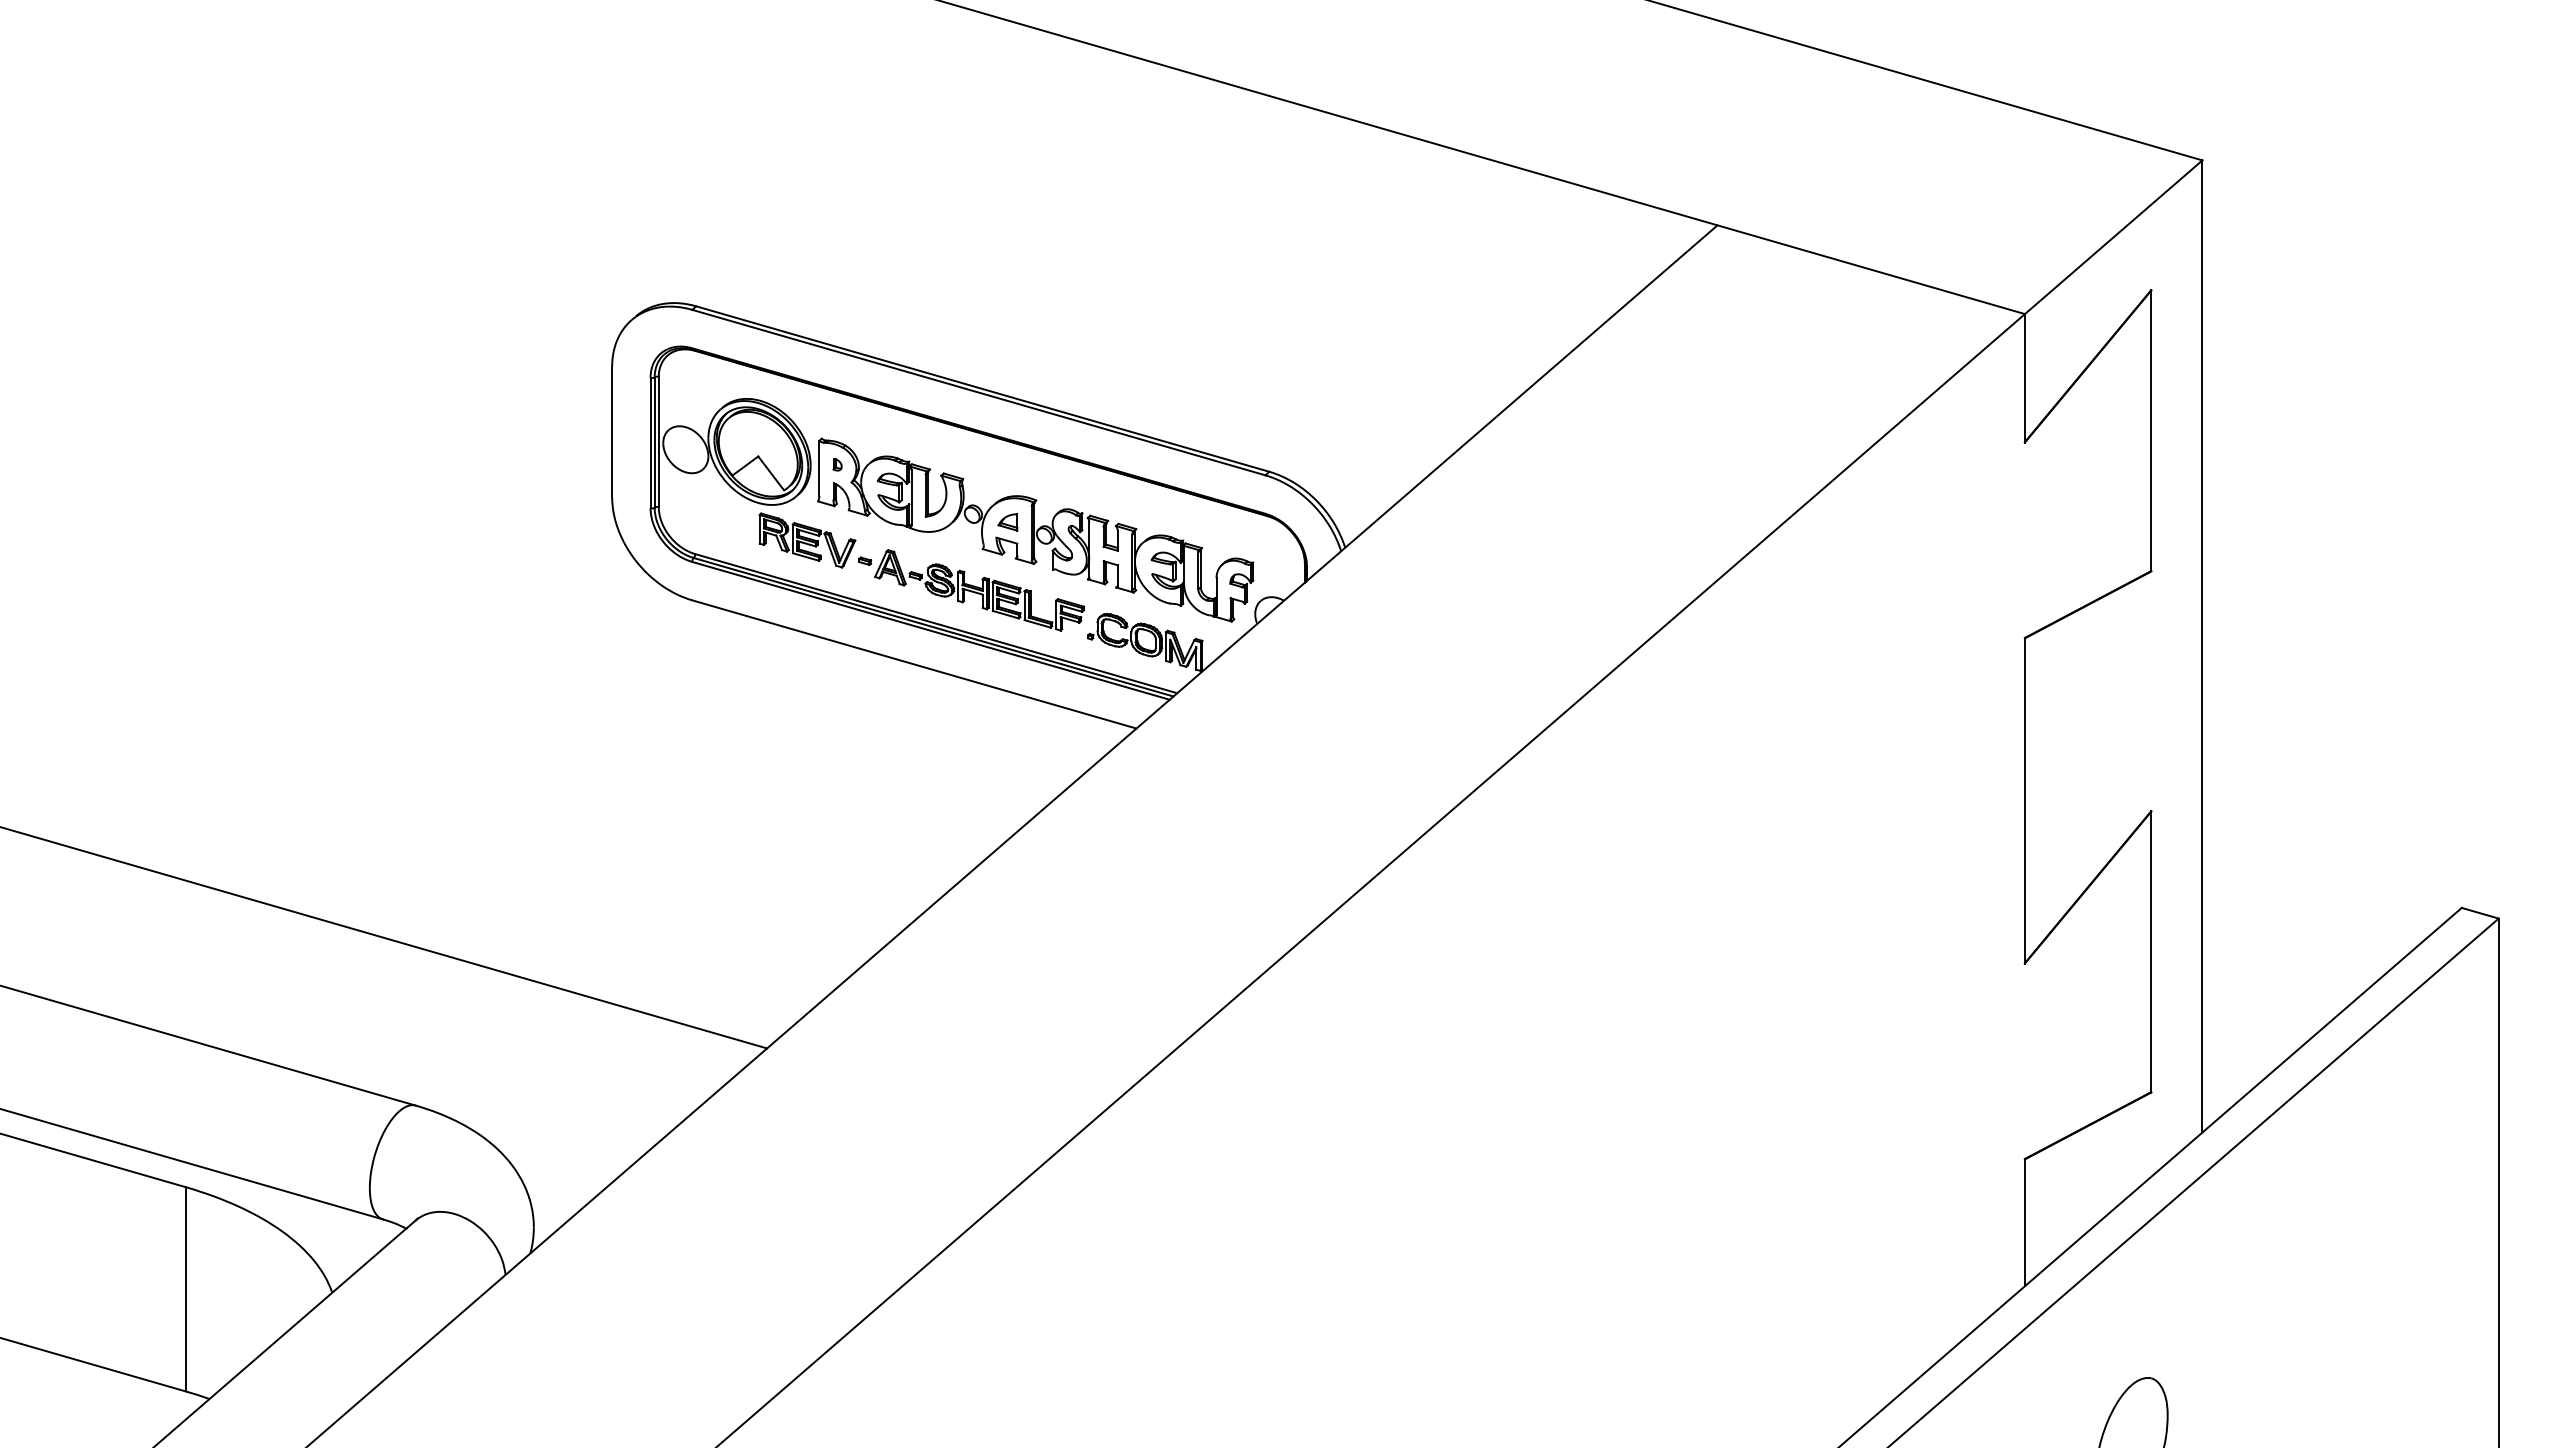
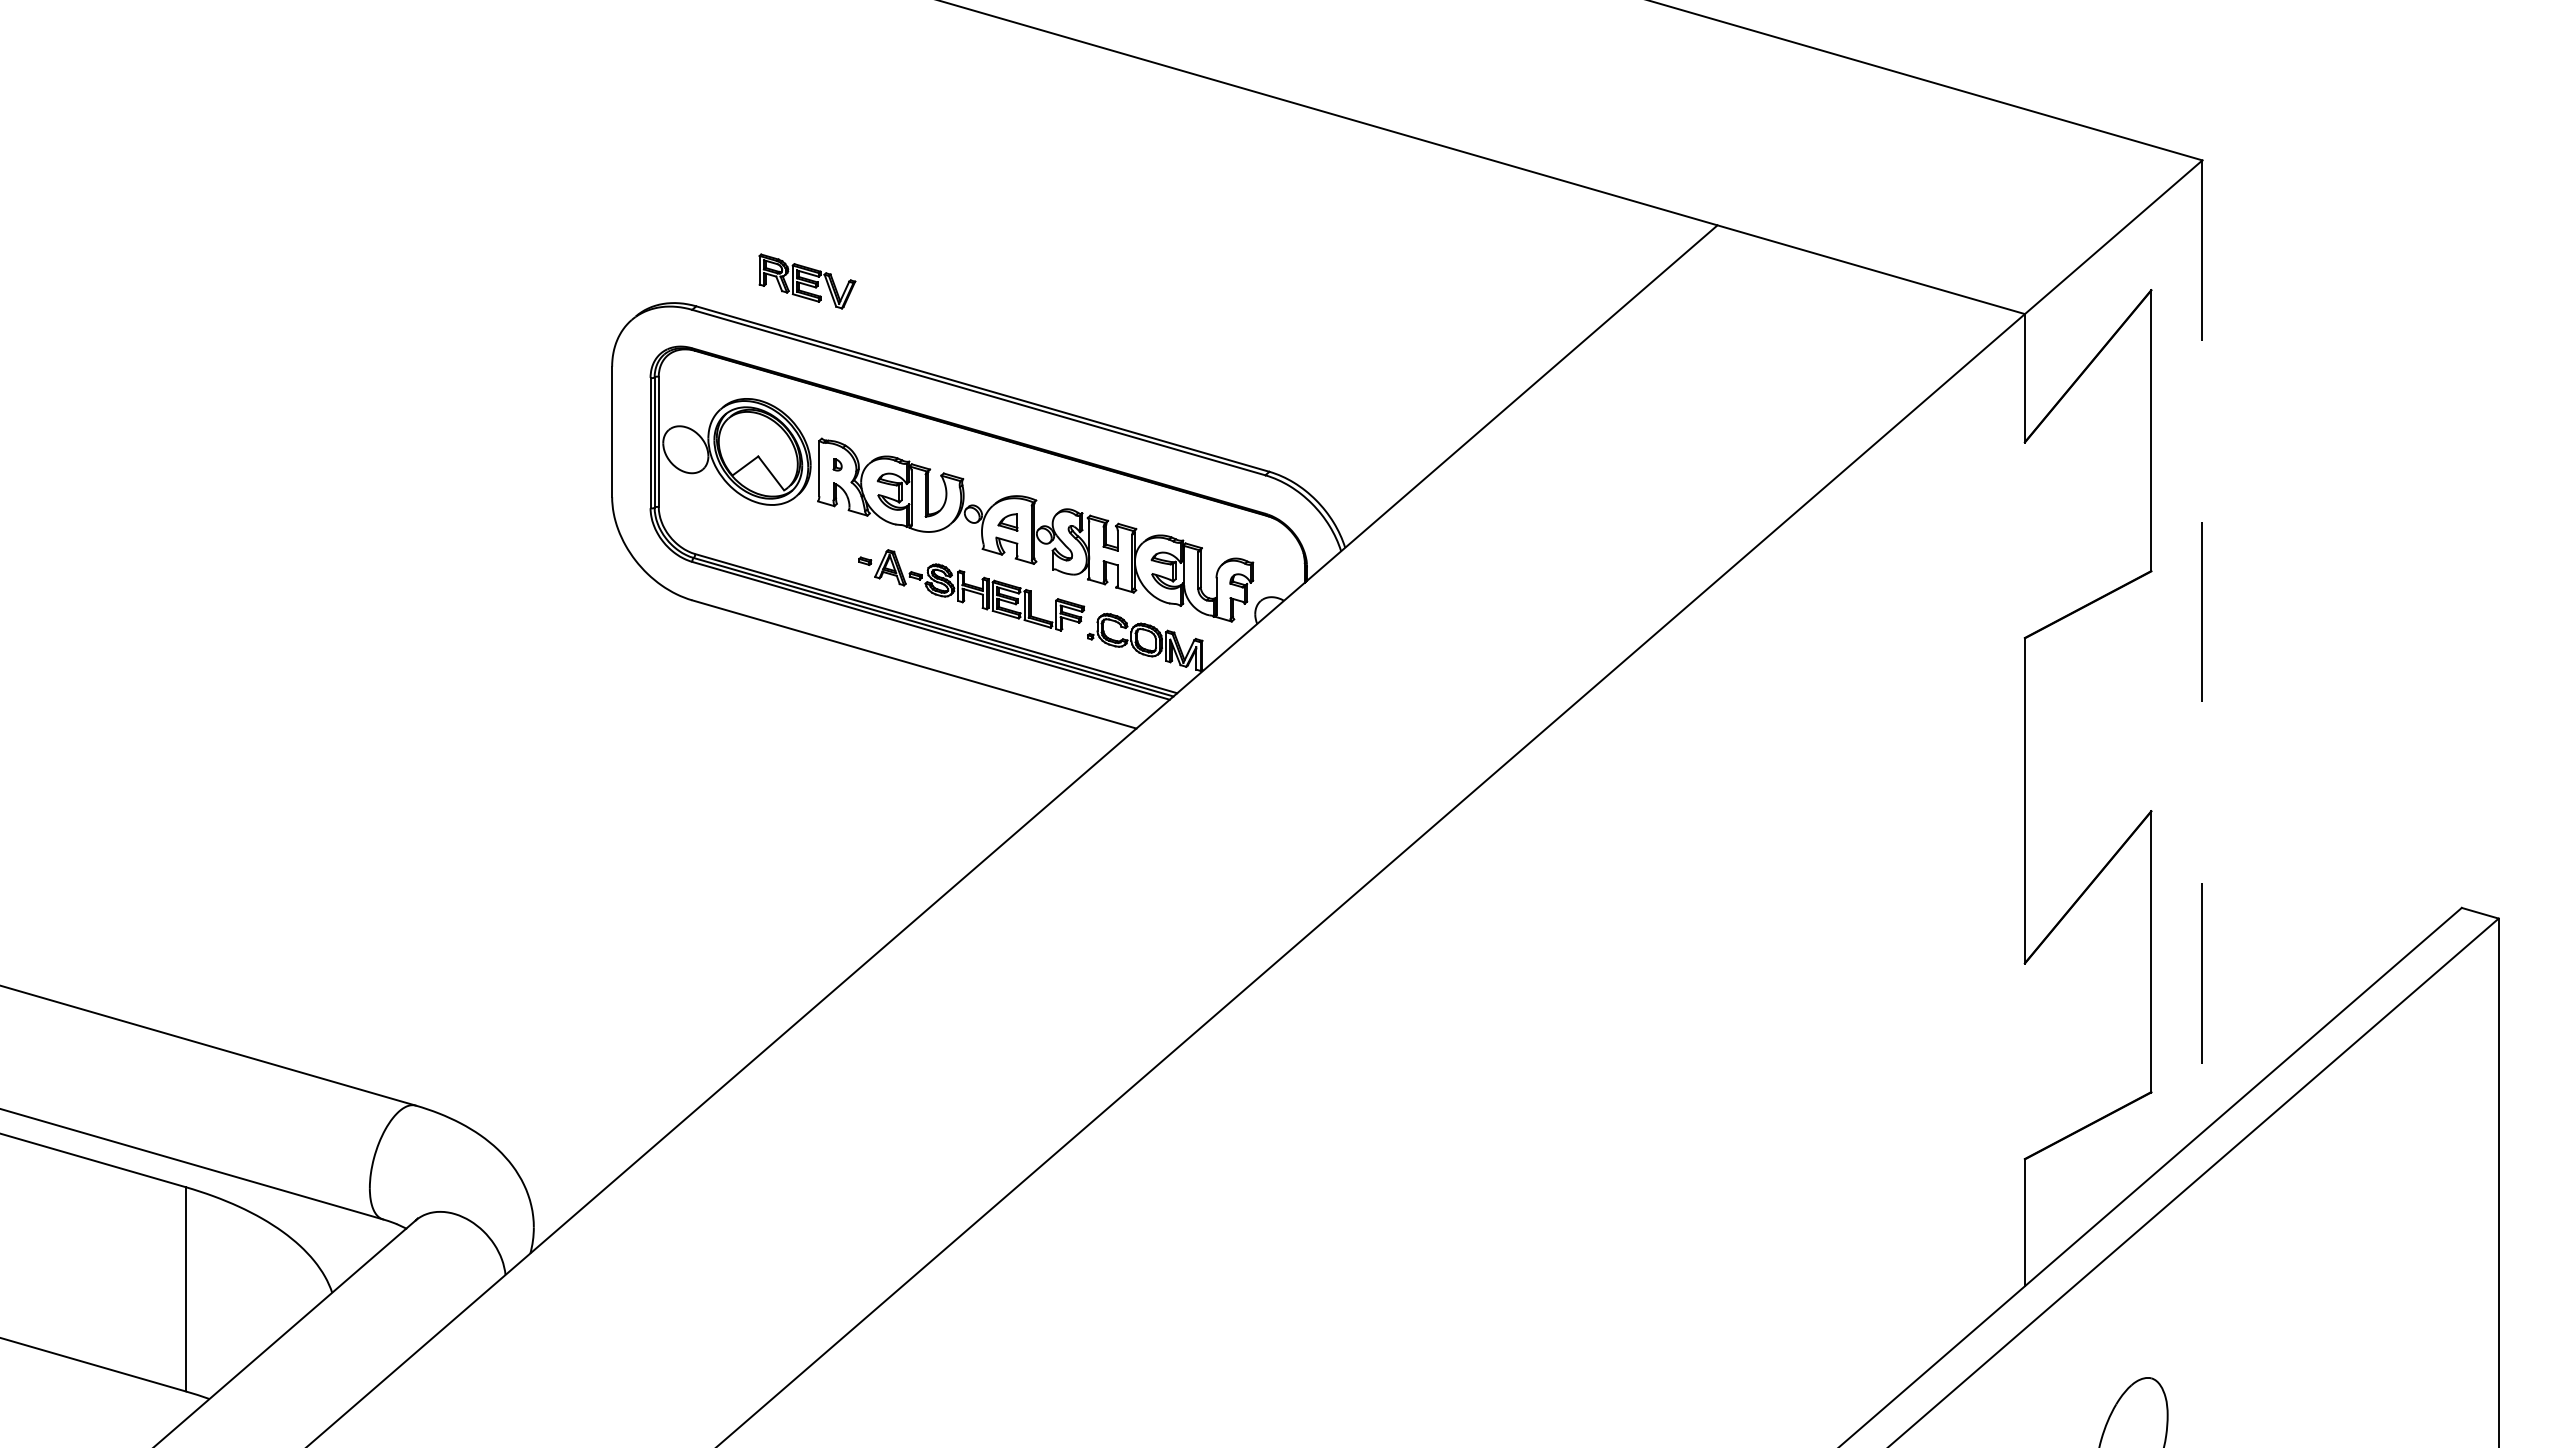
part at (807, 540) position: (807, 540) -> (807, 281)
line at (2202, 646): solid -> dashed
line at (384, 937): present -> none
